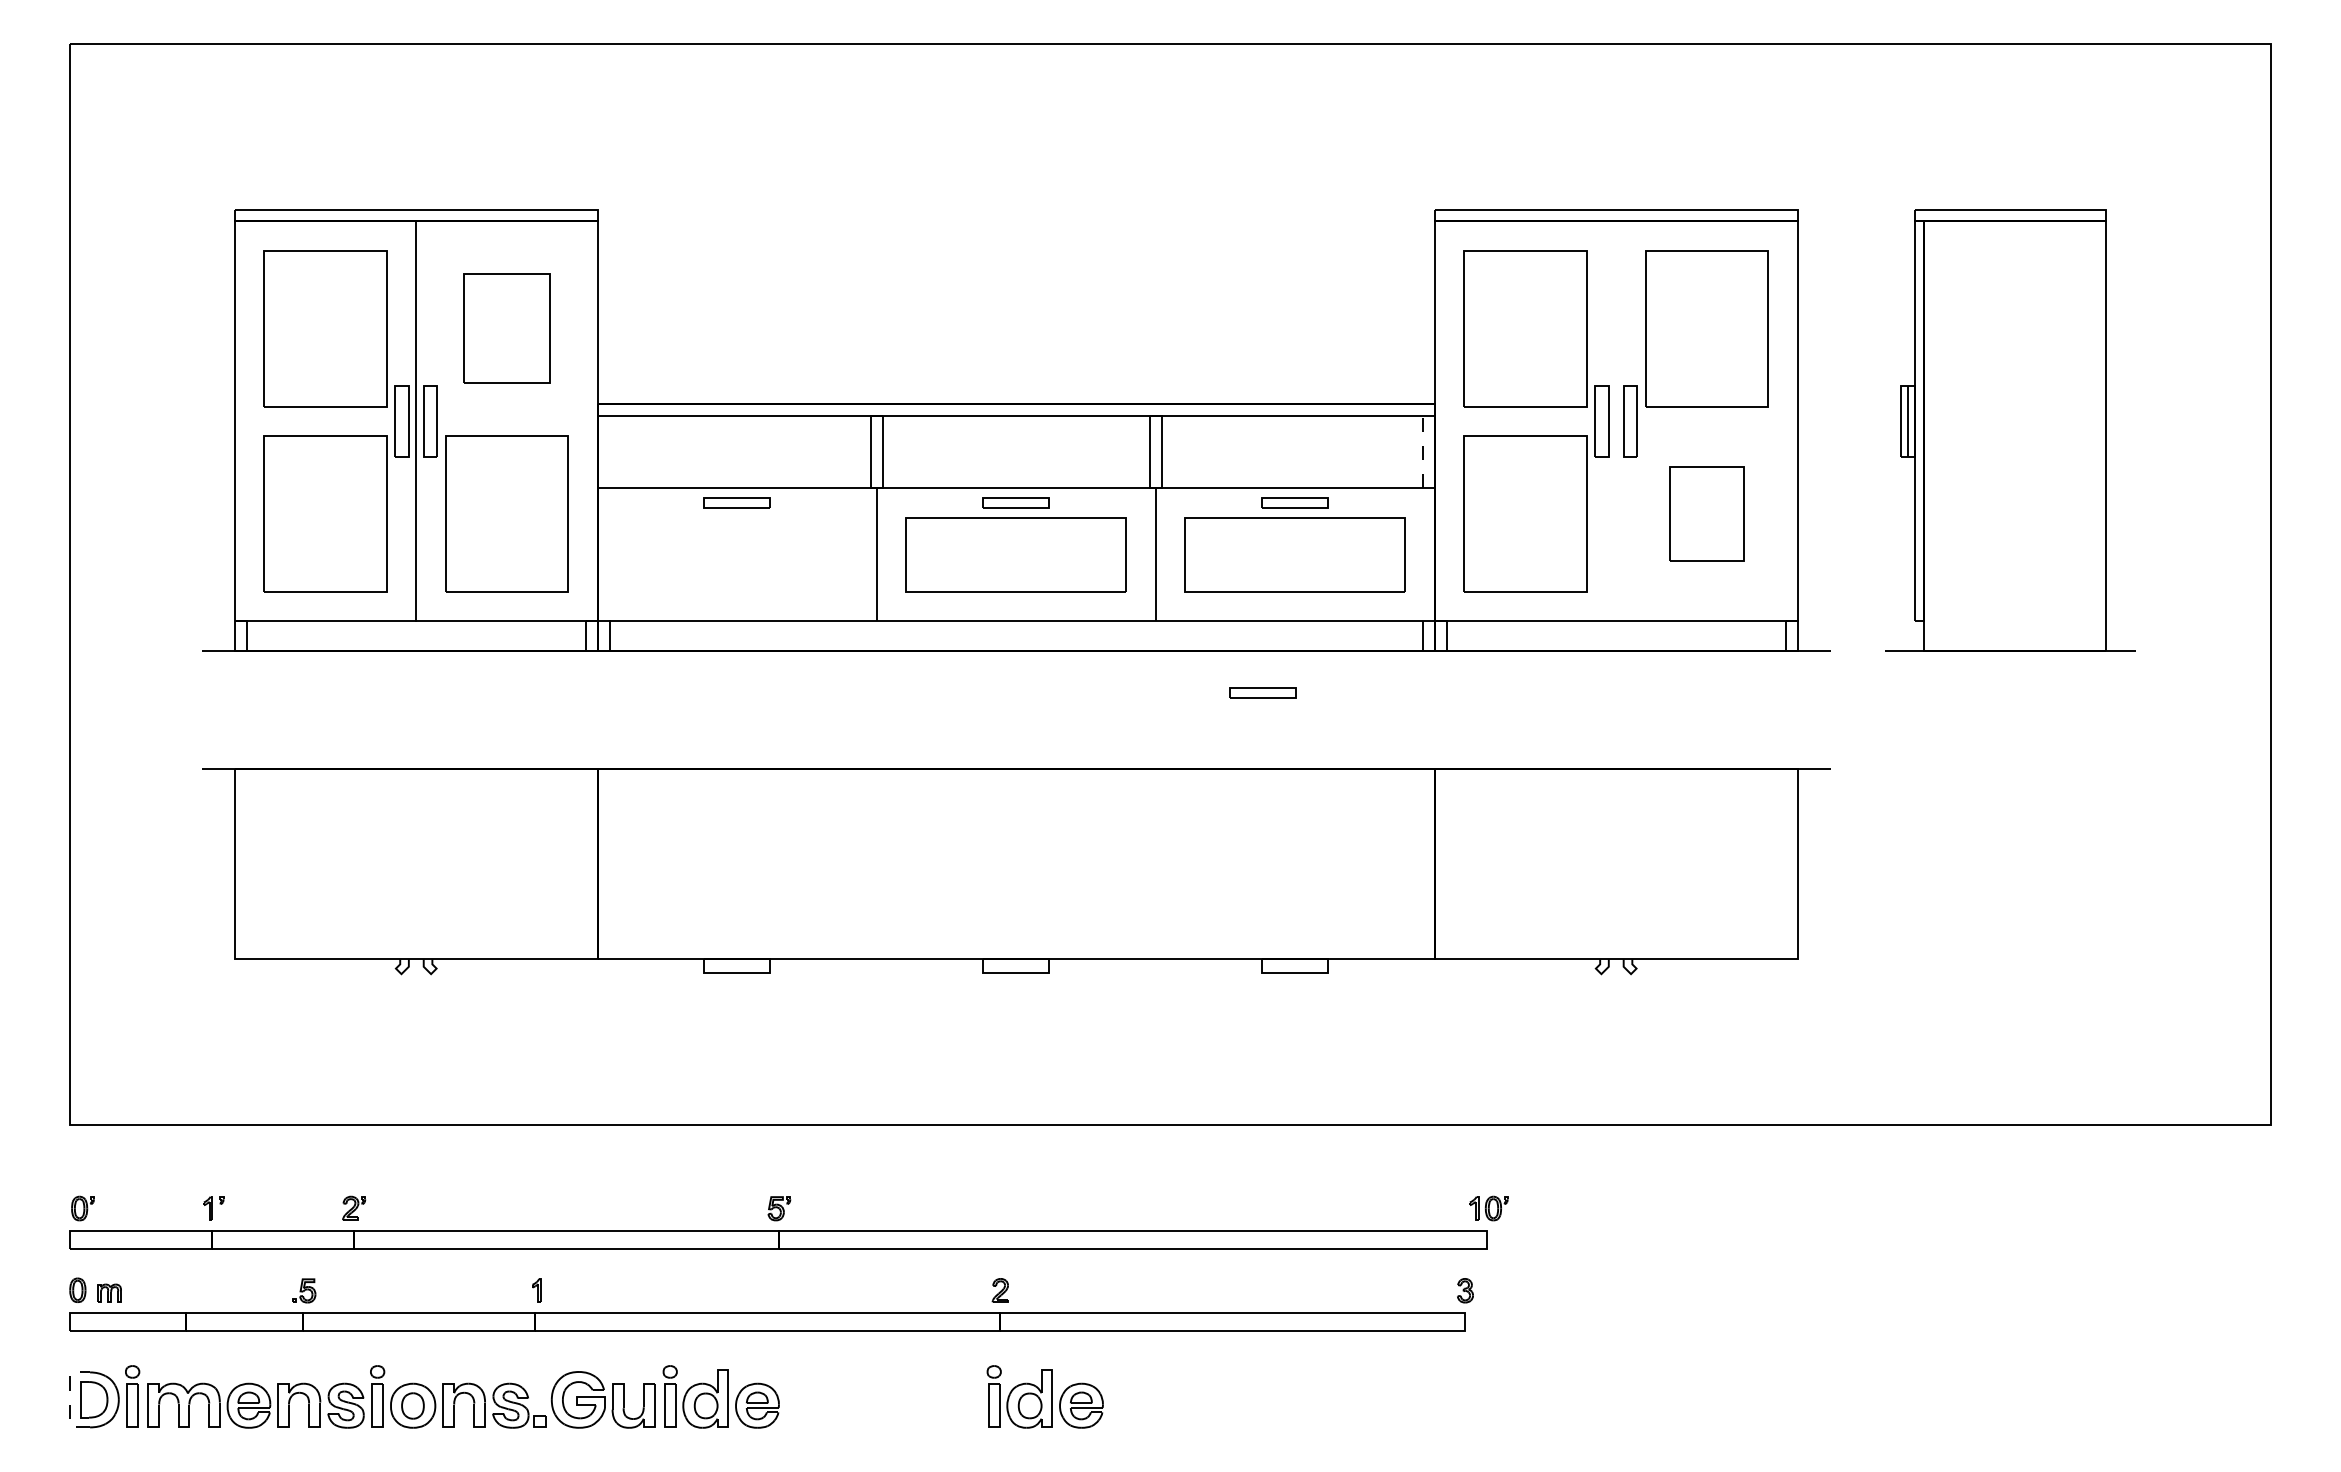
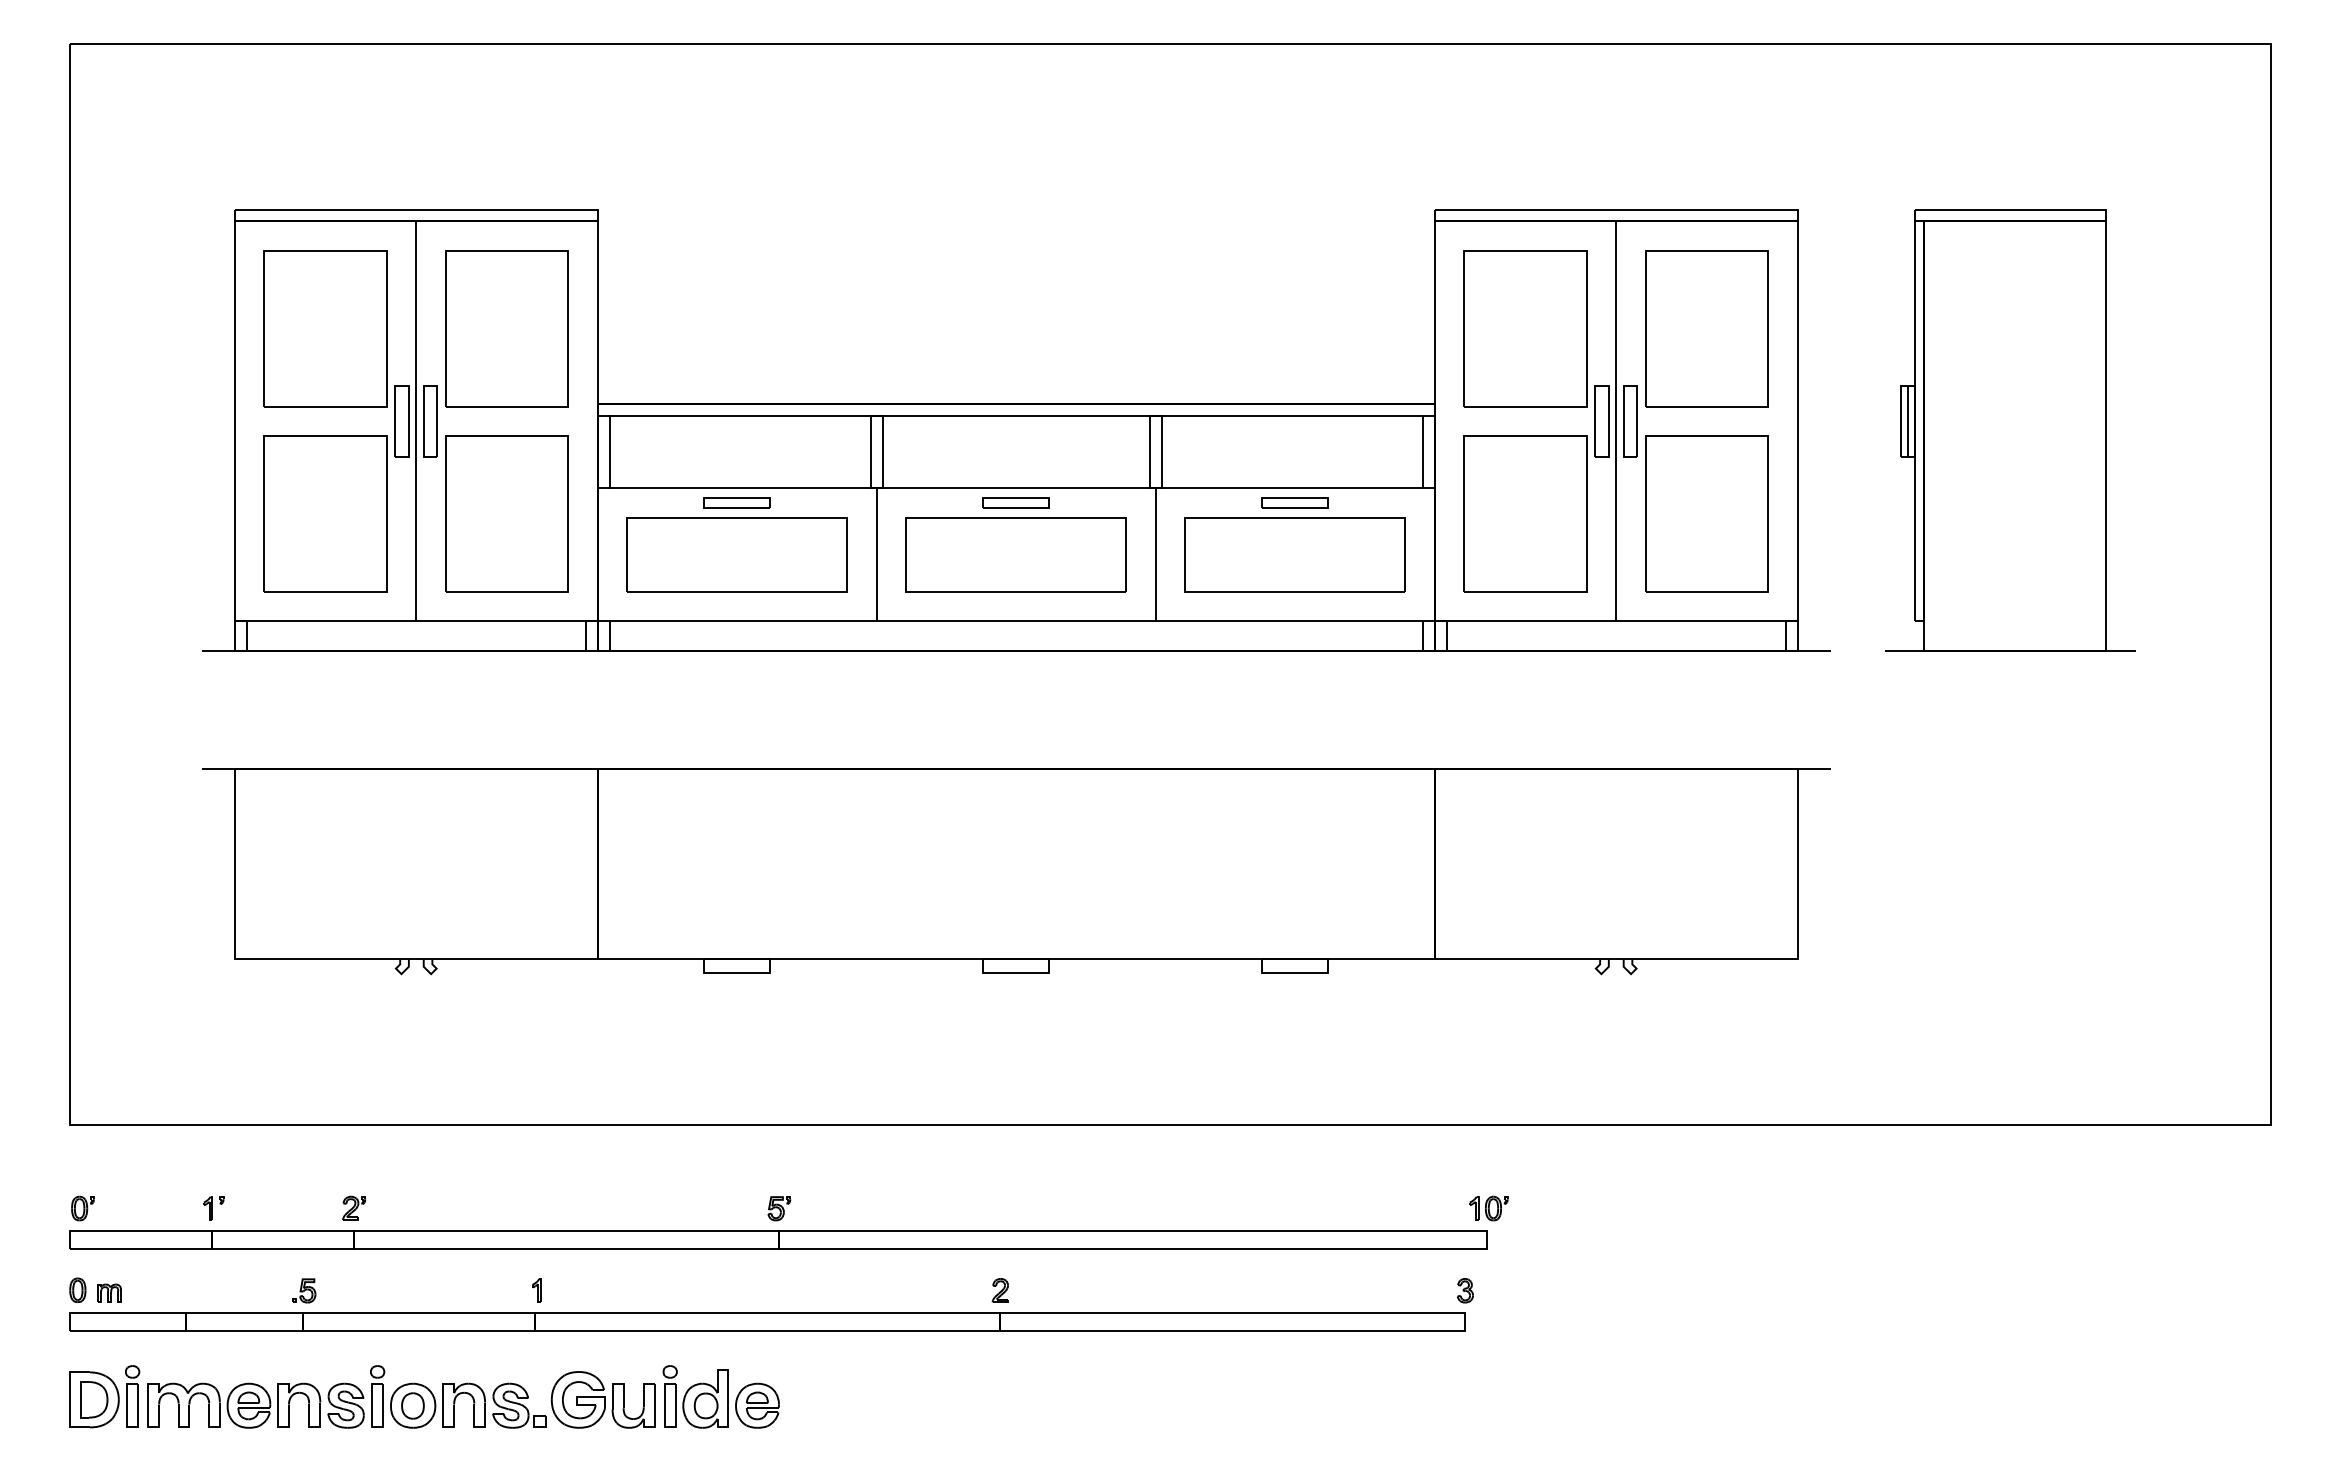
part at (506, 328) size: 88x111 px -> 124x158 px
line at (1616, 421): none -> present
line at (1422, 451): dashed -> solid
line at (609, 452): none -> present
part at (1706, 513) size: 76x96 px -> 124x158 px
part at (736, 554): none -> present
part at (1262, 692): present -> none
part at (1044, 1396): present -> none
line at (70, 1399): dashed -> solid
